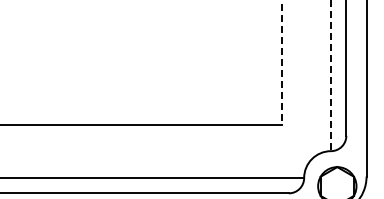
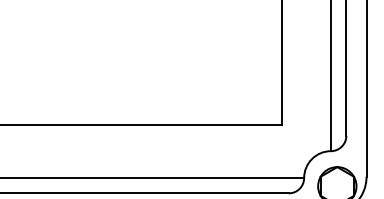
line at (282, 63): dashed -> solid
line at (331, 76): dashed -> solid
